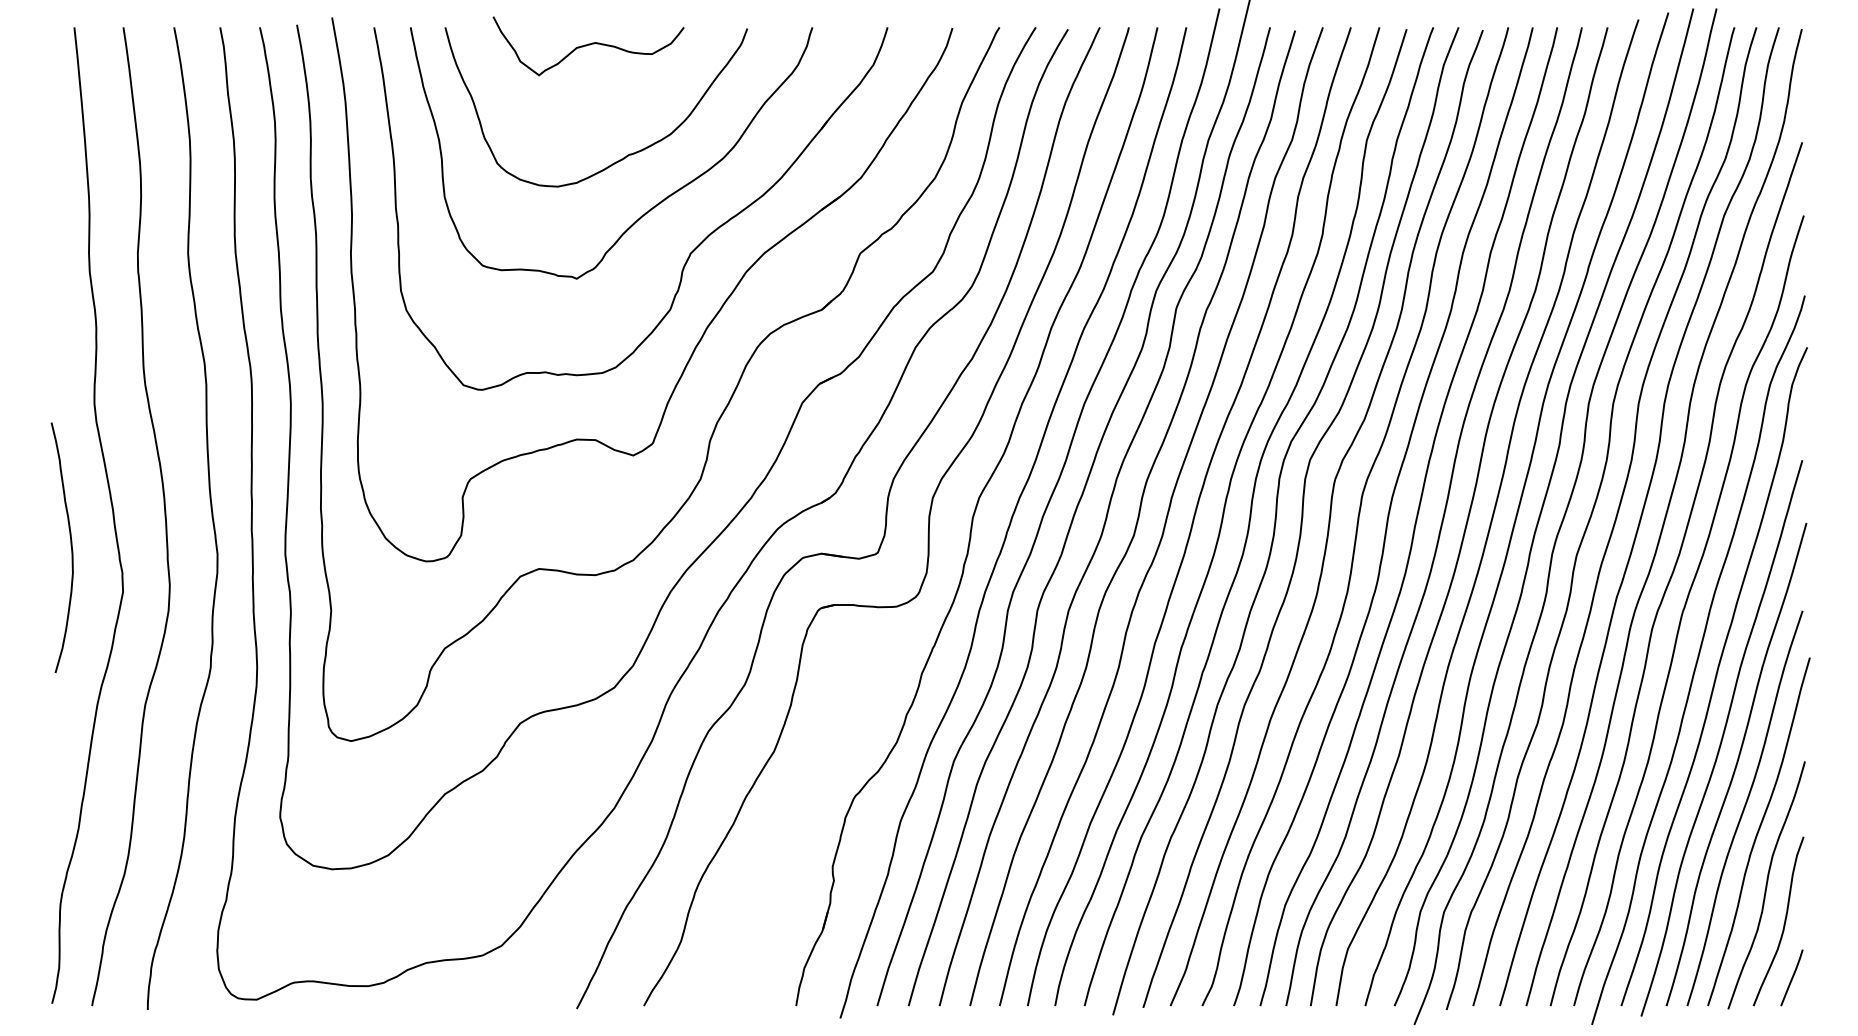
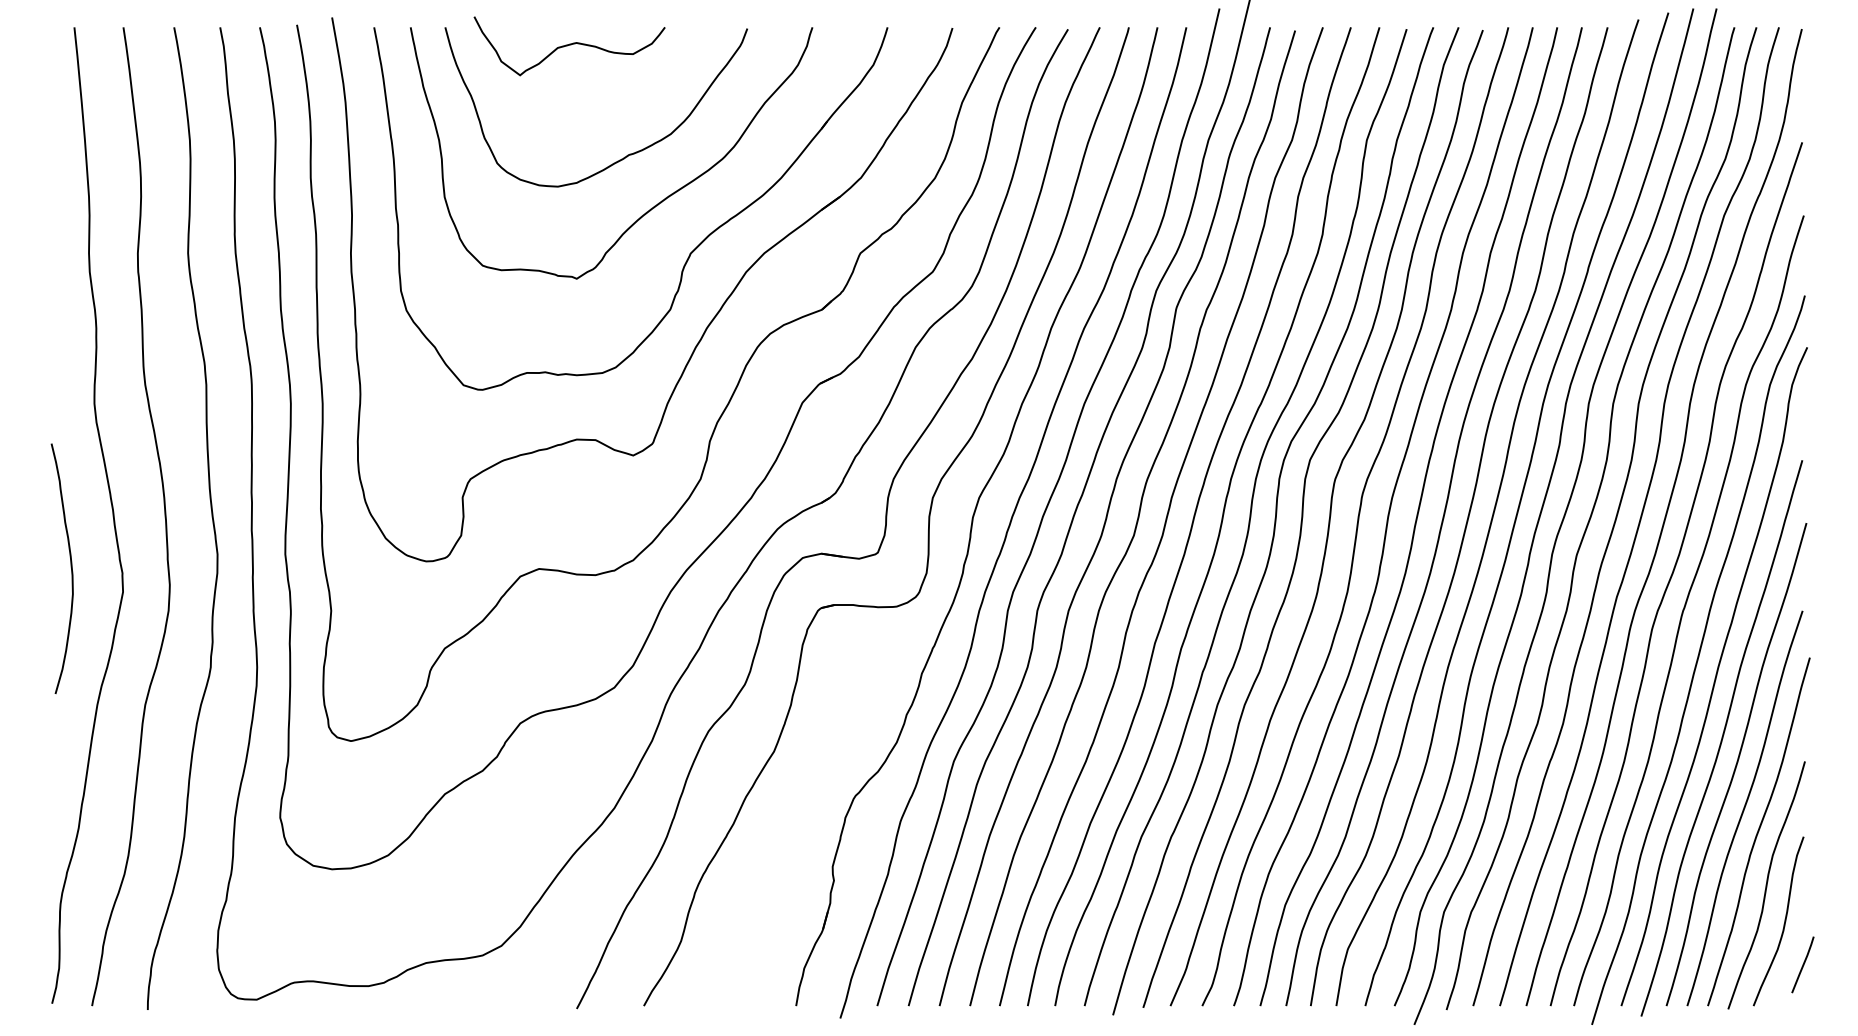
curve at (588, 45) position: (588, 45) -> (569, 45)
curve at (70, 546) position: (70, 546) -> (70, 567)
line at (1791, 977) position: (1791, 977) -> (1802, 964)
